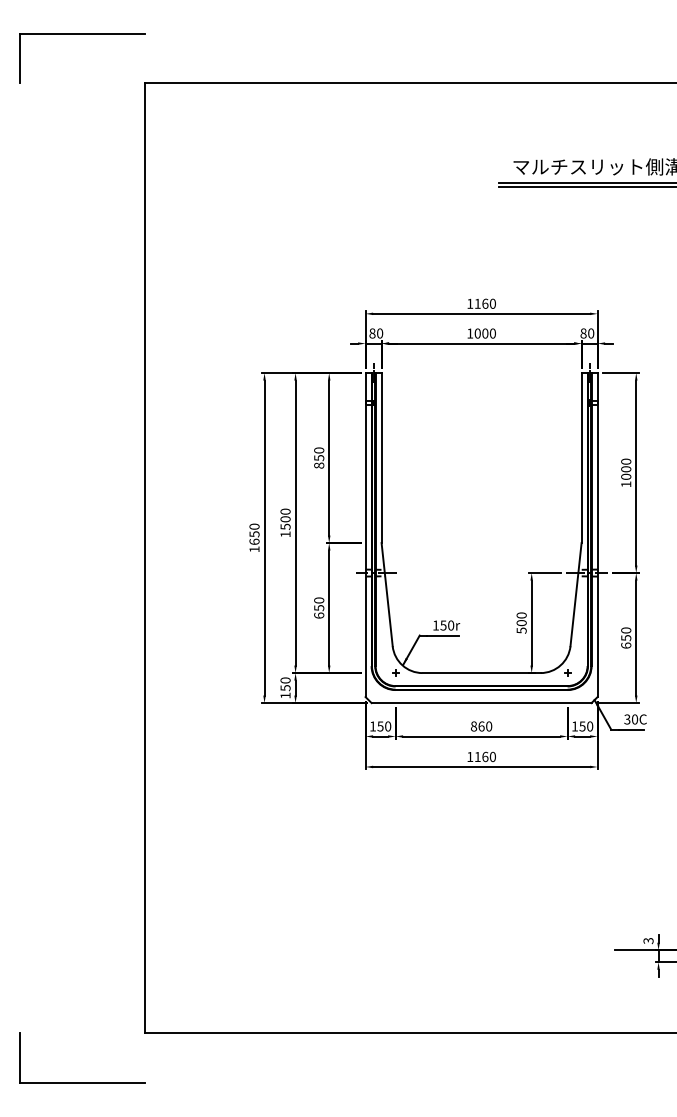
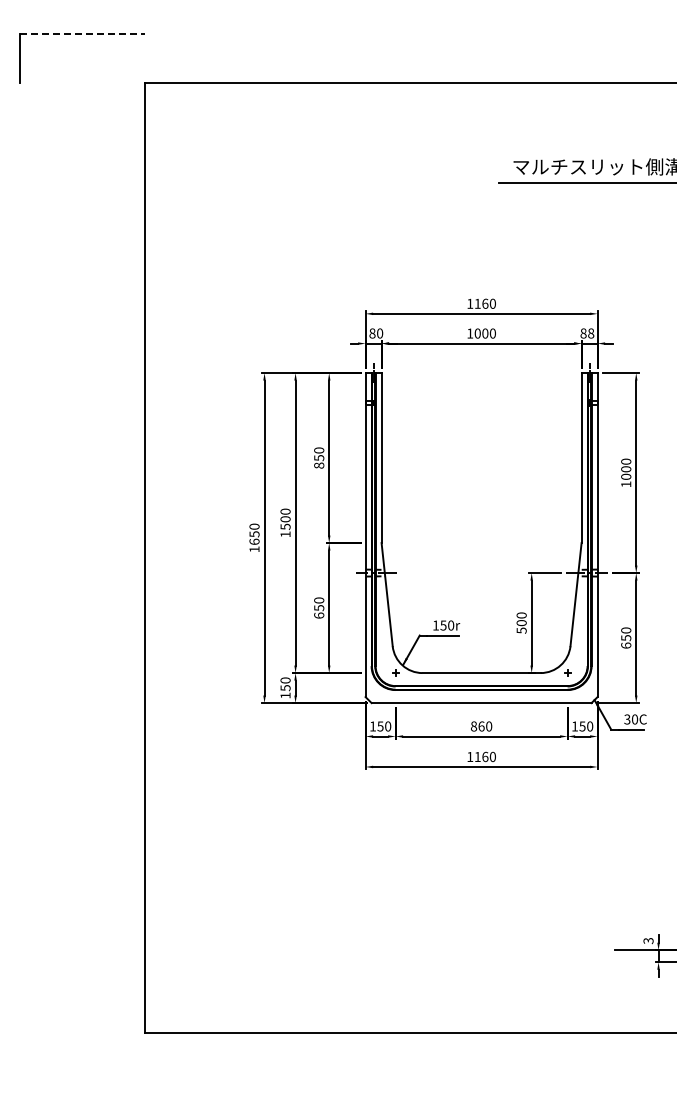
line at (83, 33): solid -> dashed
line at (585, 187): present -> none
text at (591, 333): 80 -> 88
part at (82, 1082): present -> none
